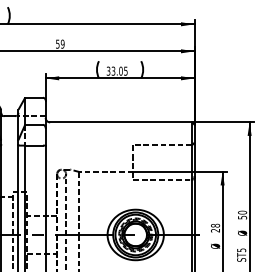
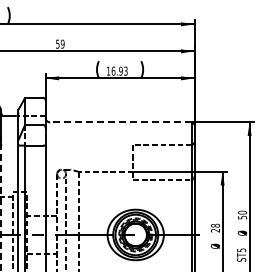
text at (116, 70): 33.05 -> 16.93
line at (120, 122): solid -> dashed
line at (1, 208): solid -> dashed
